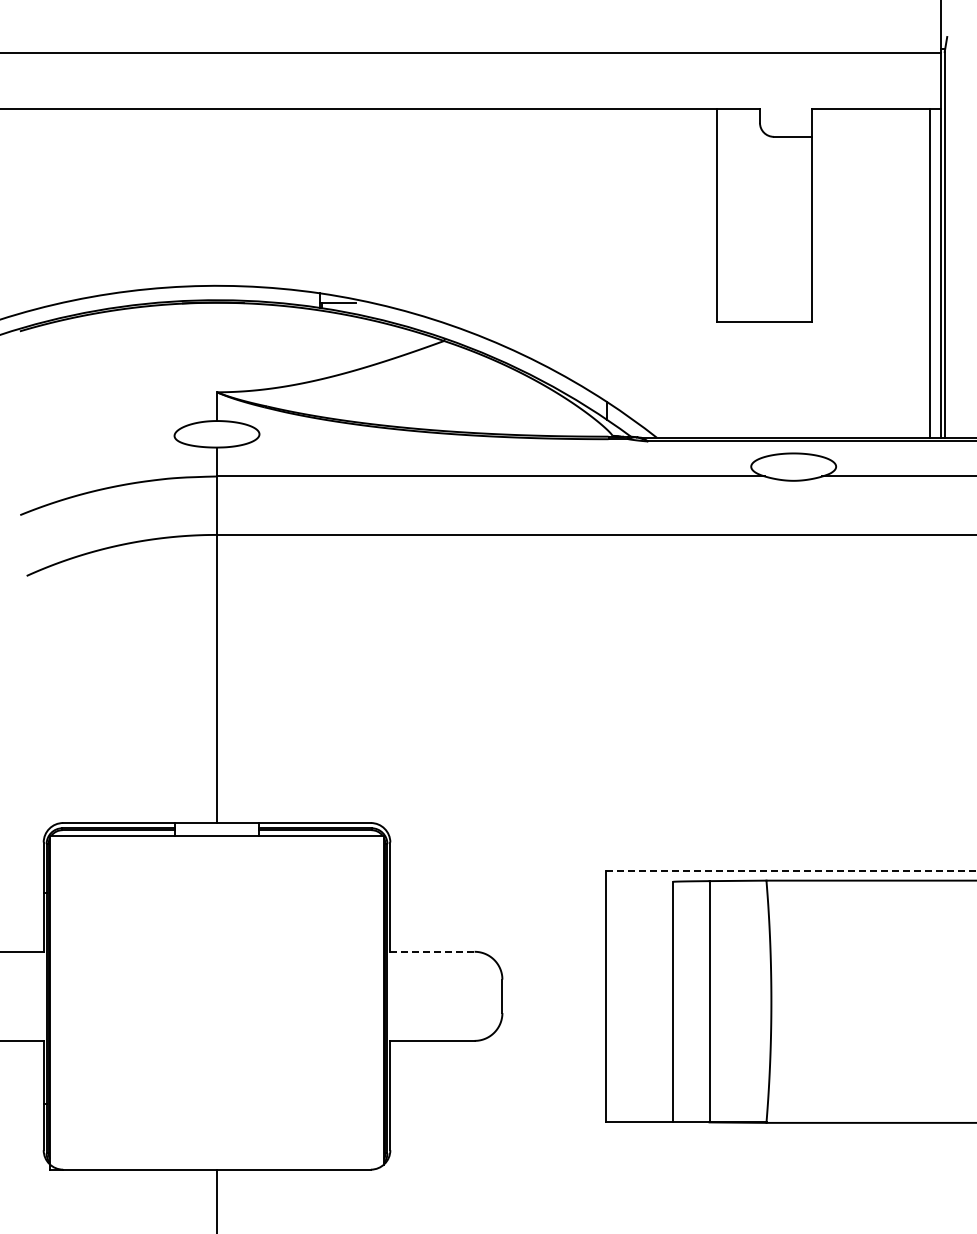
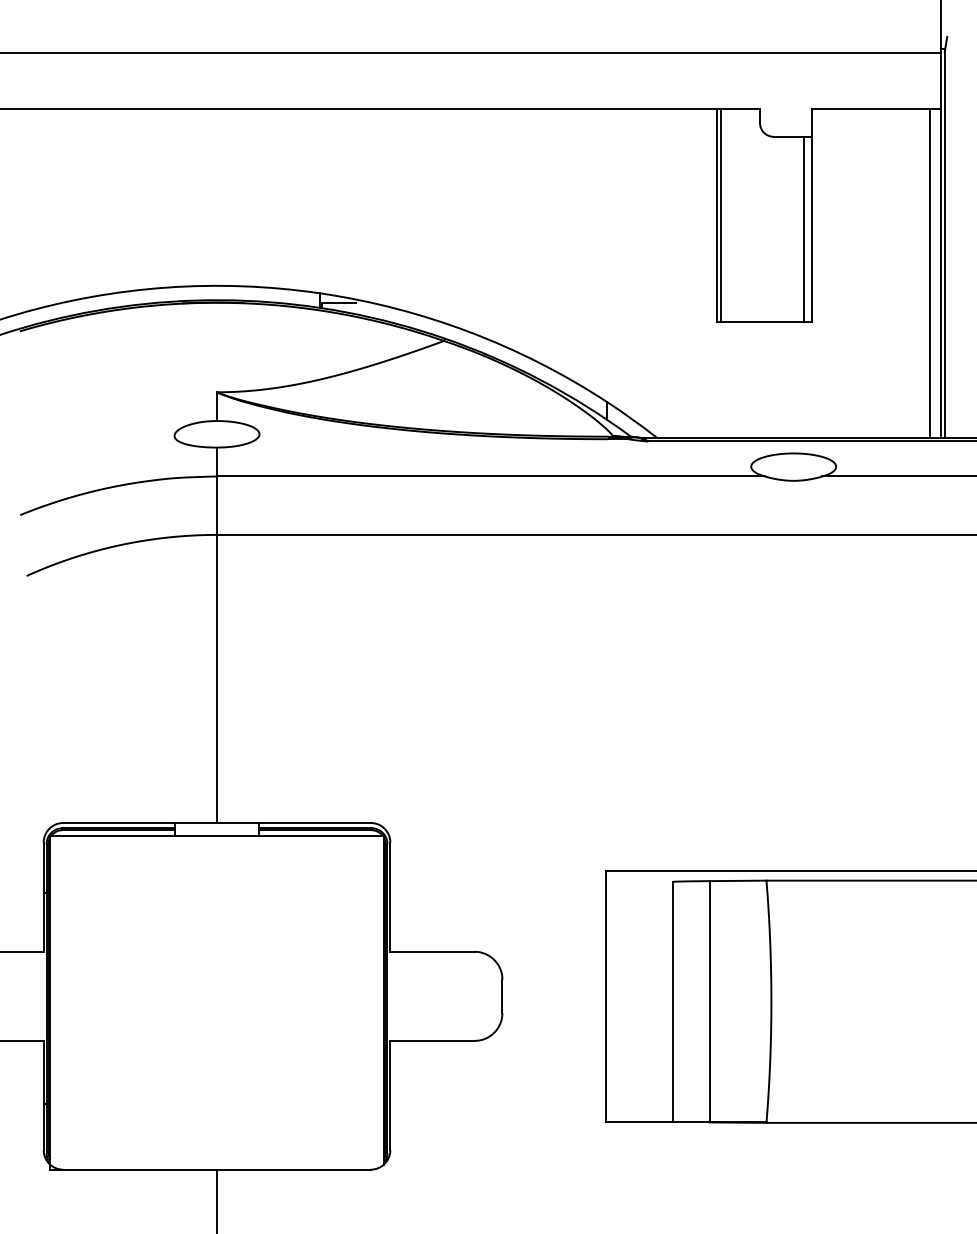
line at (720, 215): none -> present
line at (804, 229): none -> present
line at (791, 871): dashed -> solid
line at (432, 951): dashed -> solid
